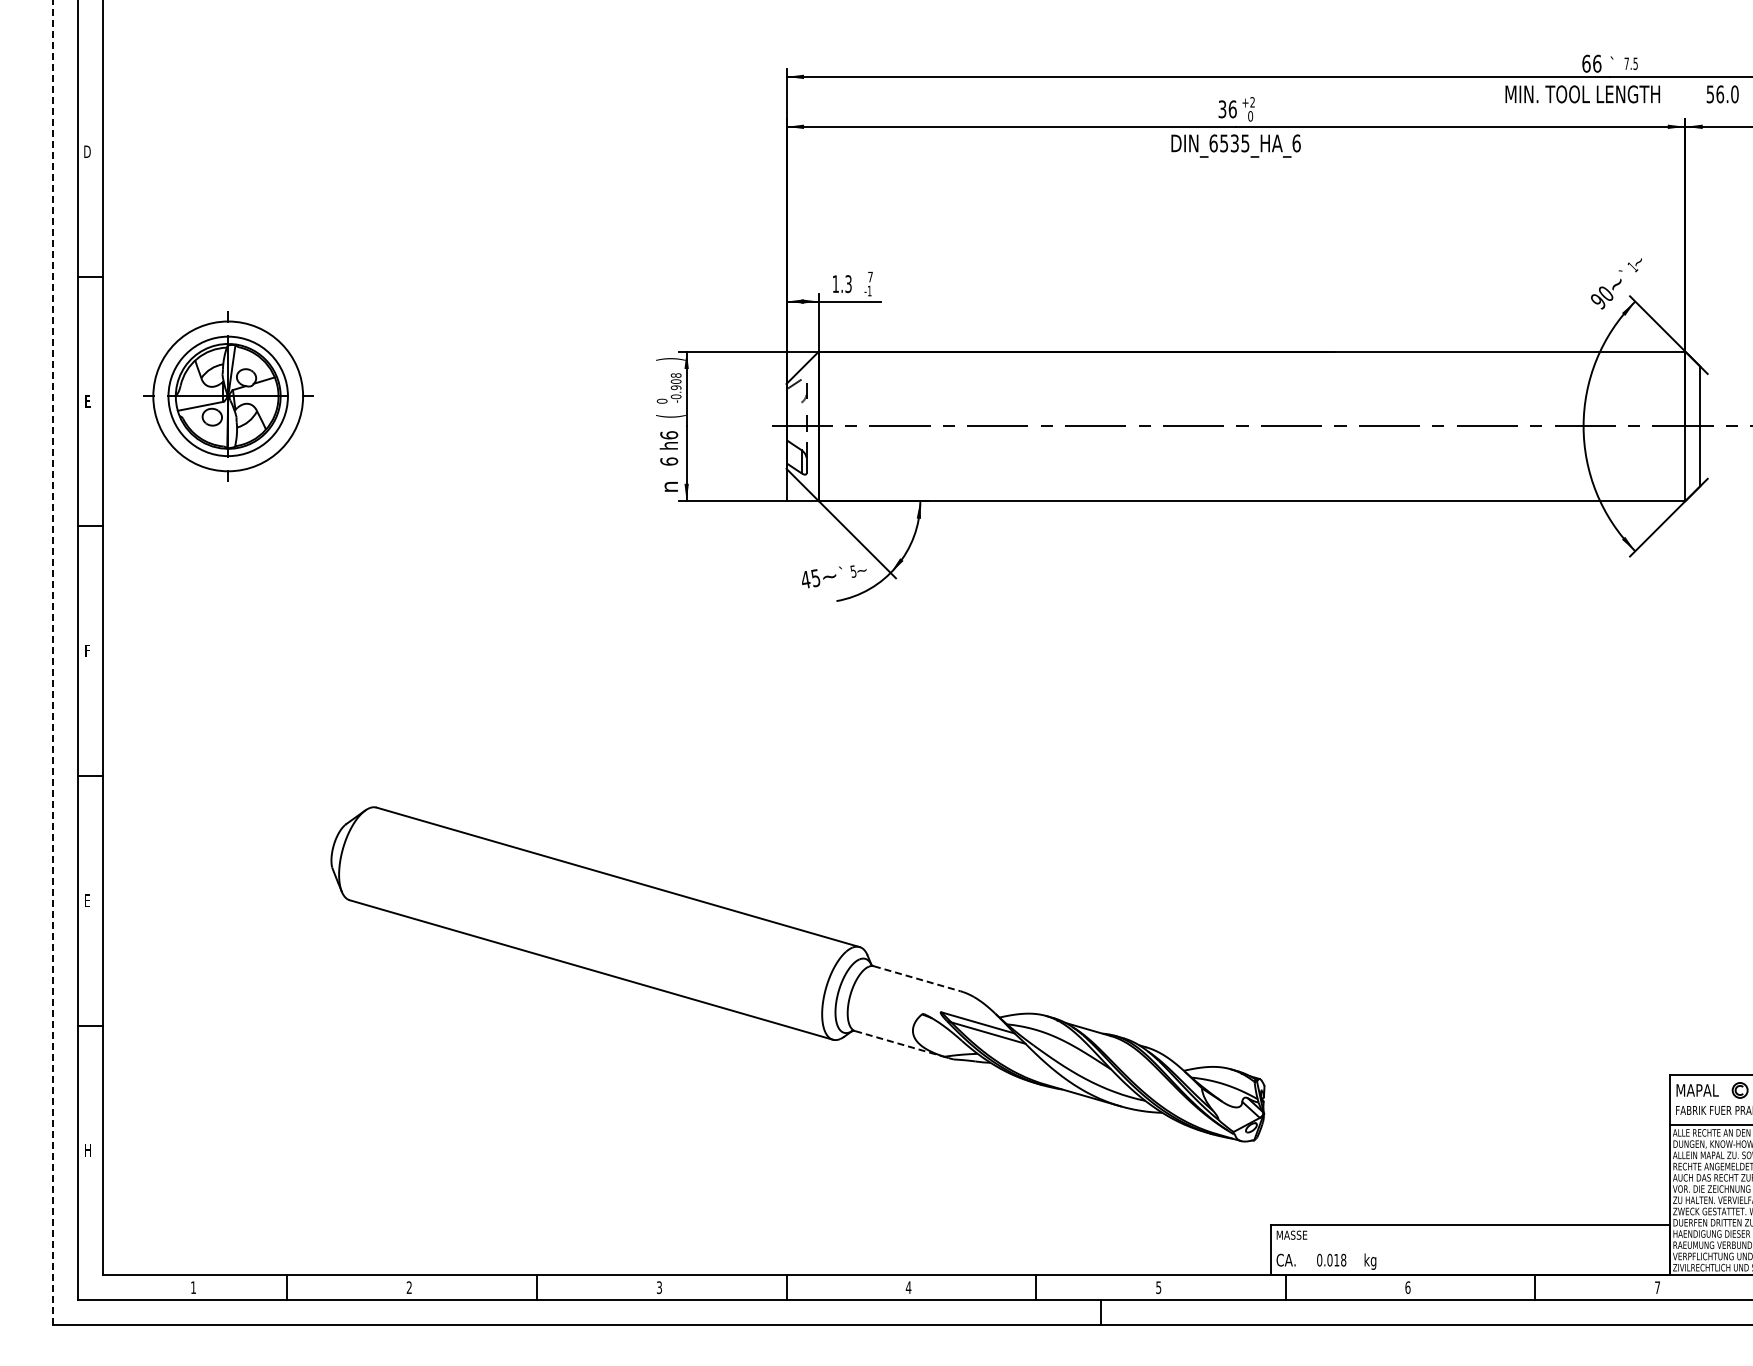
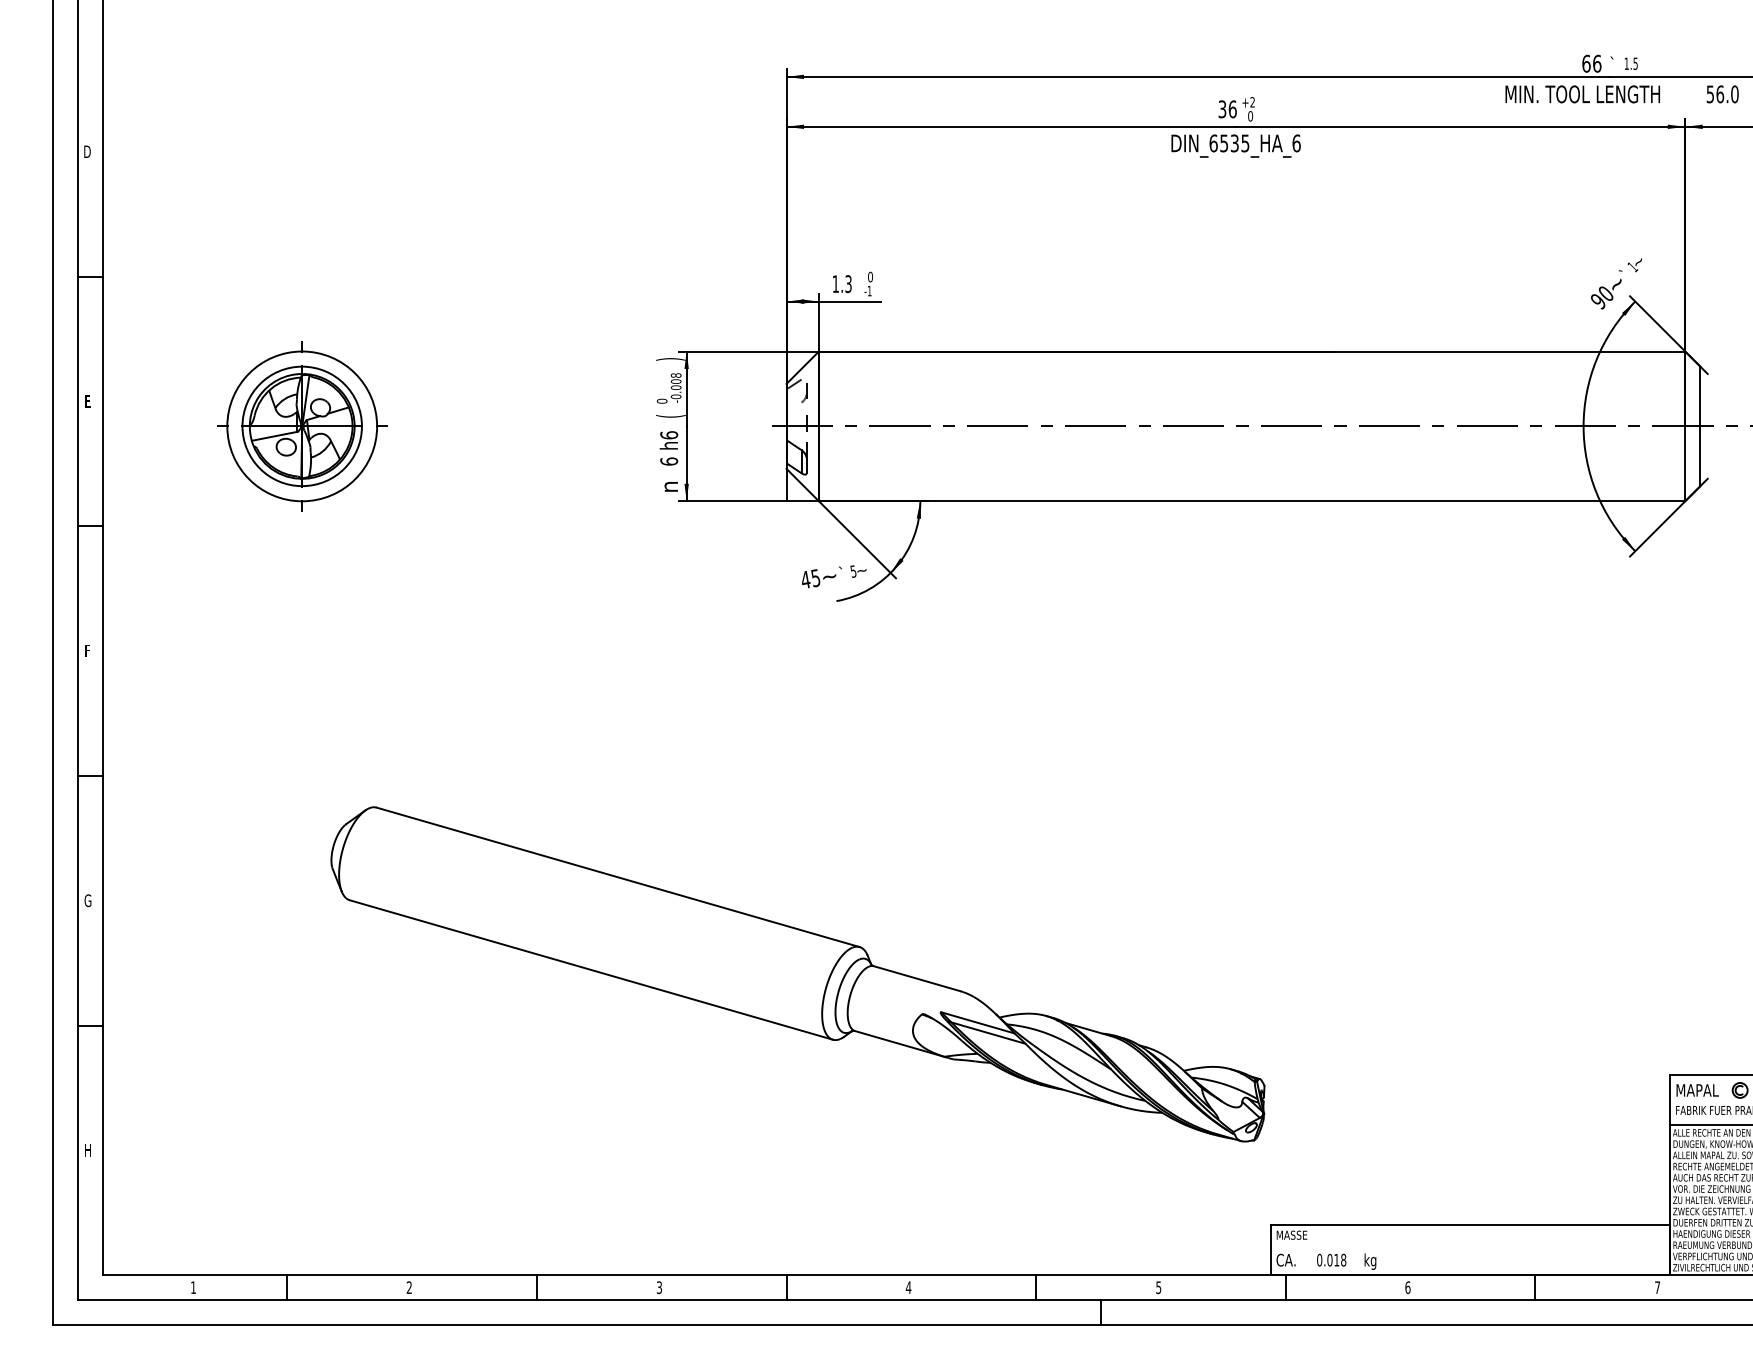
text at (1626, 63): 7.5 -> 1.5
text at (870, 276): 7 -> 0
text at (676, 387): -0.908 -> -0.008
part at (228, 396) position: (228, 396) -> (302, 426)
line at (52, 662): dashed -> solid
text at (87, 900): E -> G
line at (917, 978): dashed -> solid
line at (900, 1044): dashed -> solid
